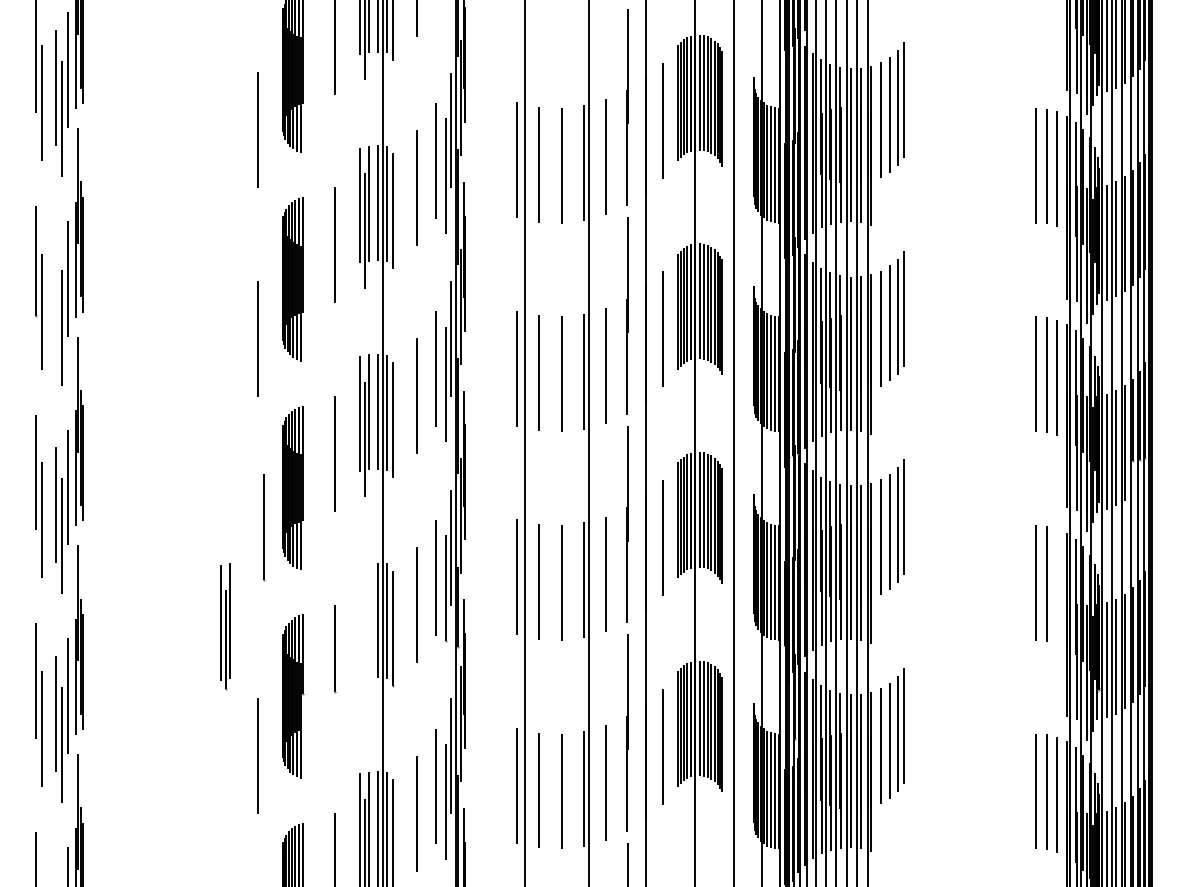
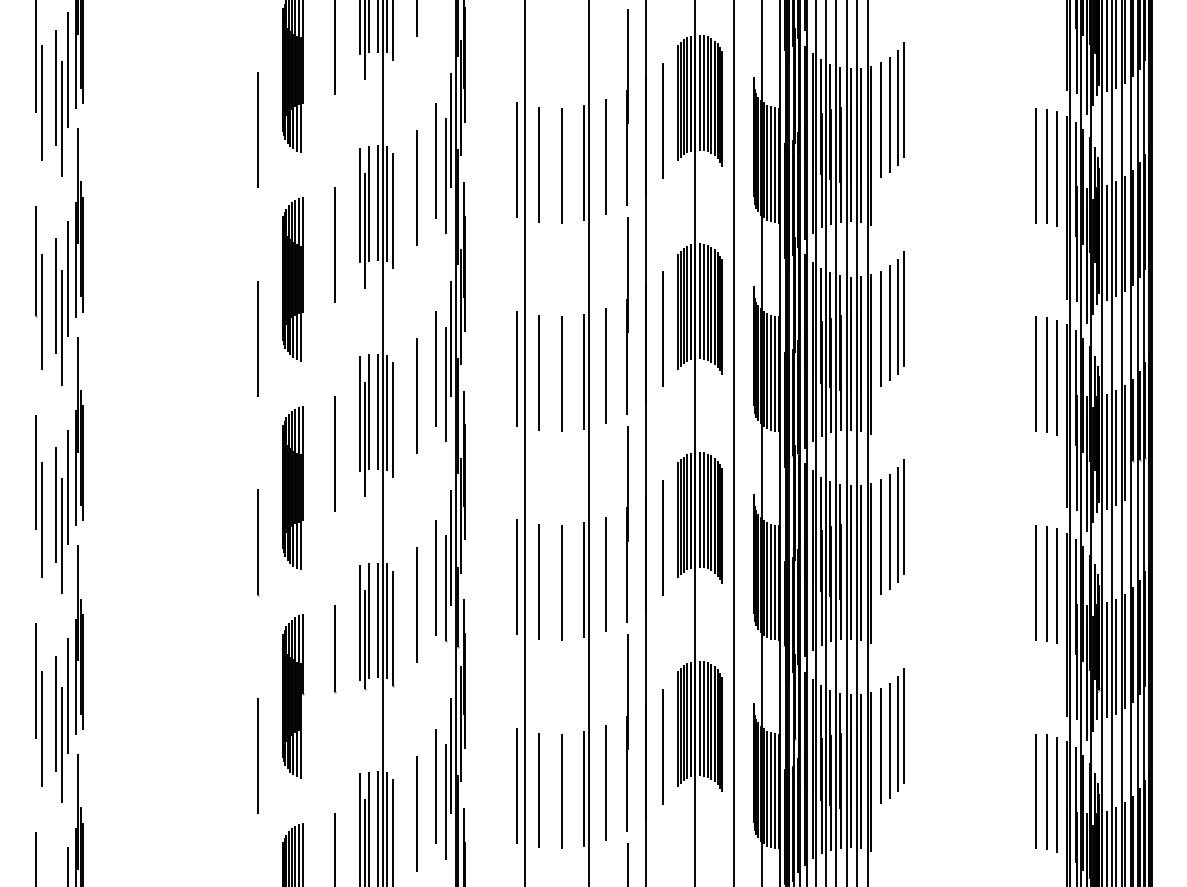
line at (56, 296): none -> present
line at (264, 527) position: (264, 527) -> (258, 542)
line at (1057, 586): none -> present
part at (225, 626) position: (225, 626) -> (364, 626)
